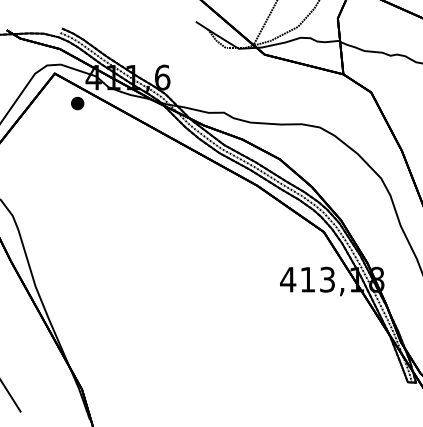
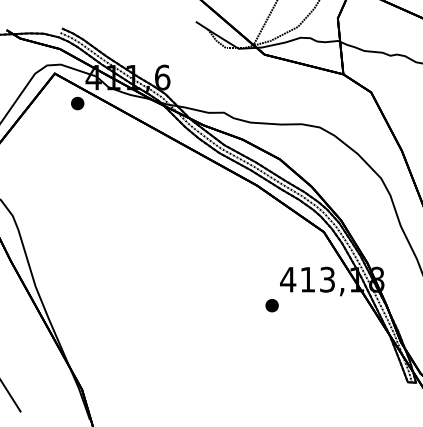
part at (271, 305): none -> present
